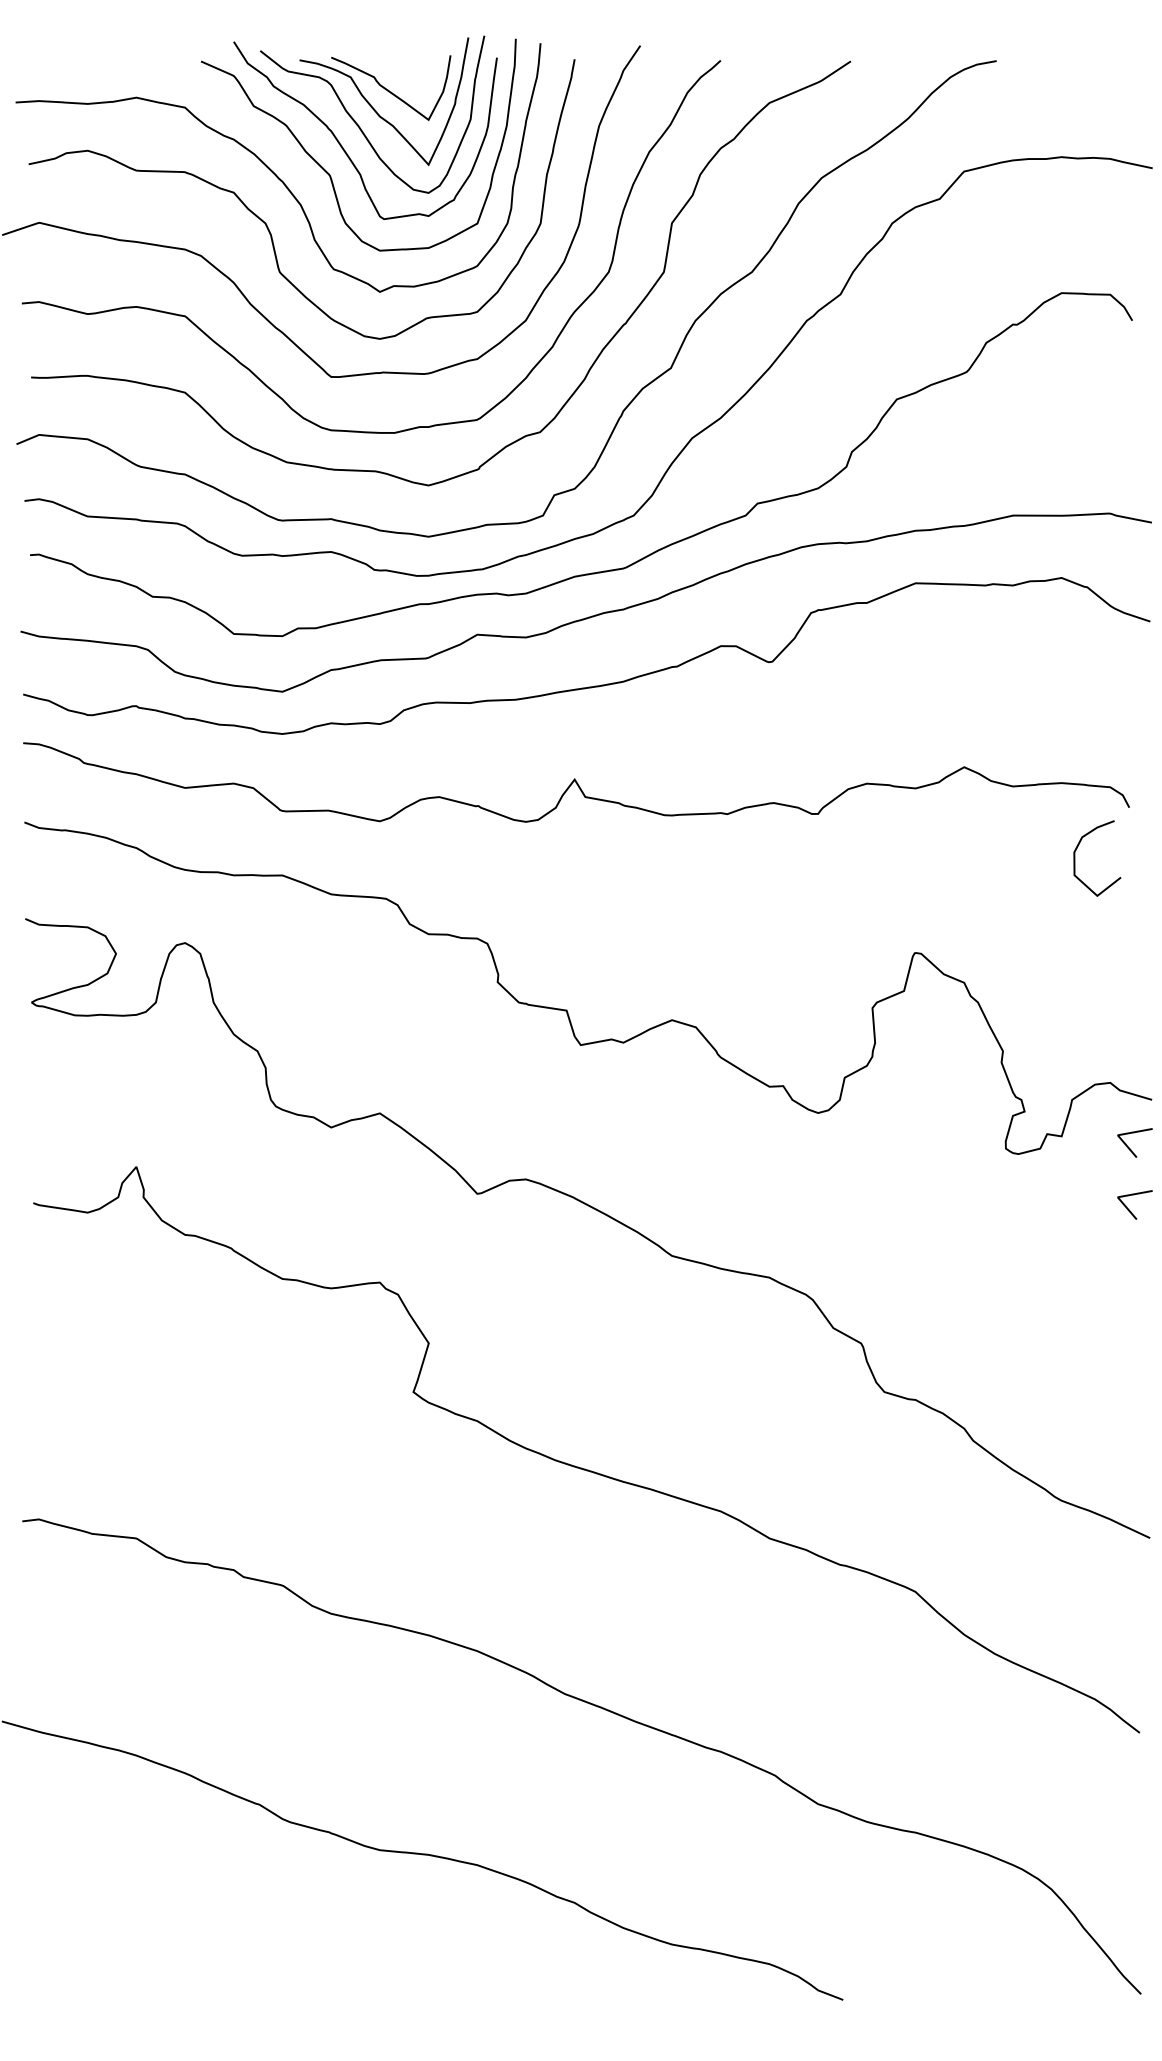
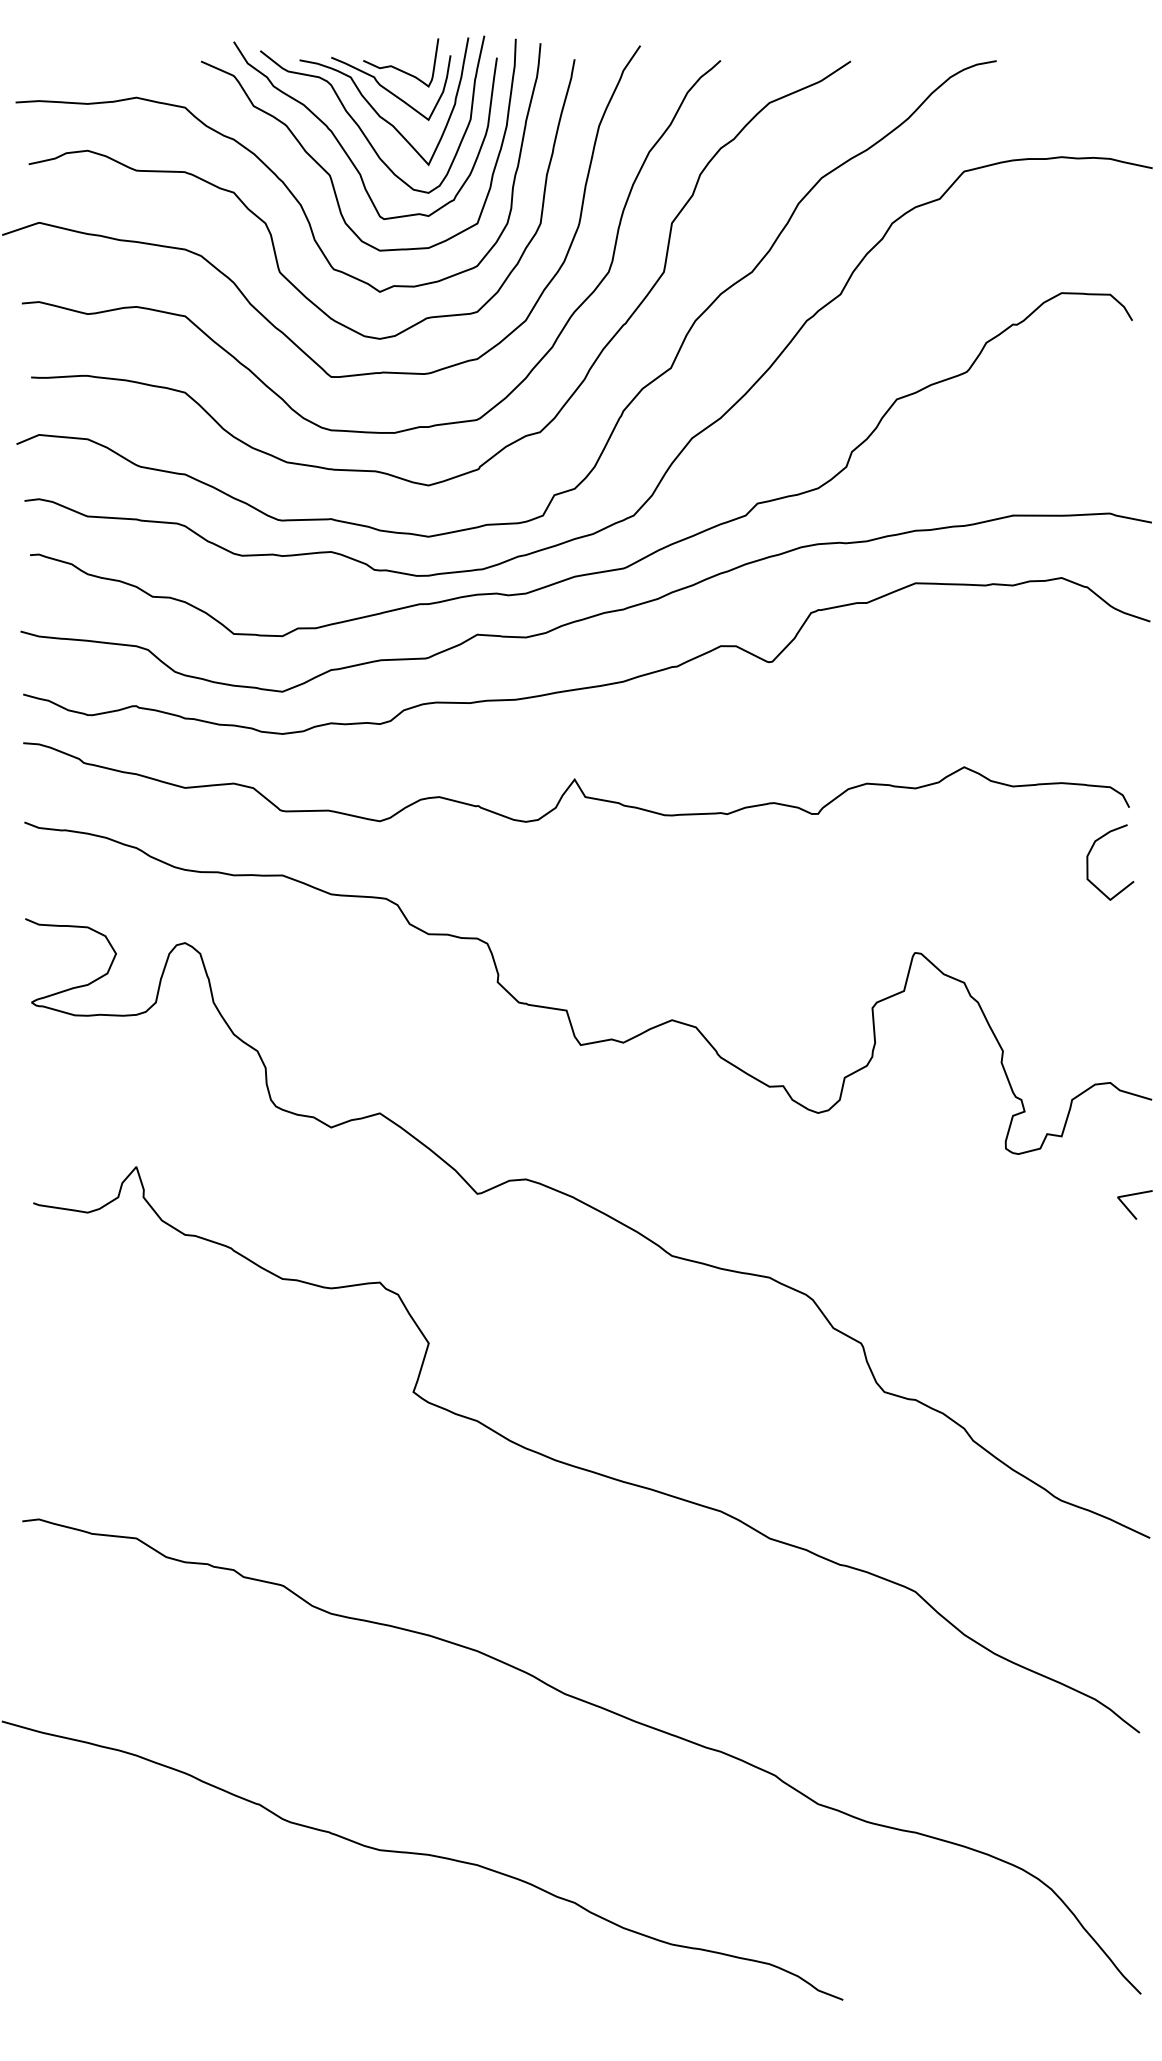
curve at (398, 68): none -> present
curve at (1075, 858) position: (1075, 858) -> (1088, 862)
line at (1129, 1147): present -> none
